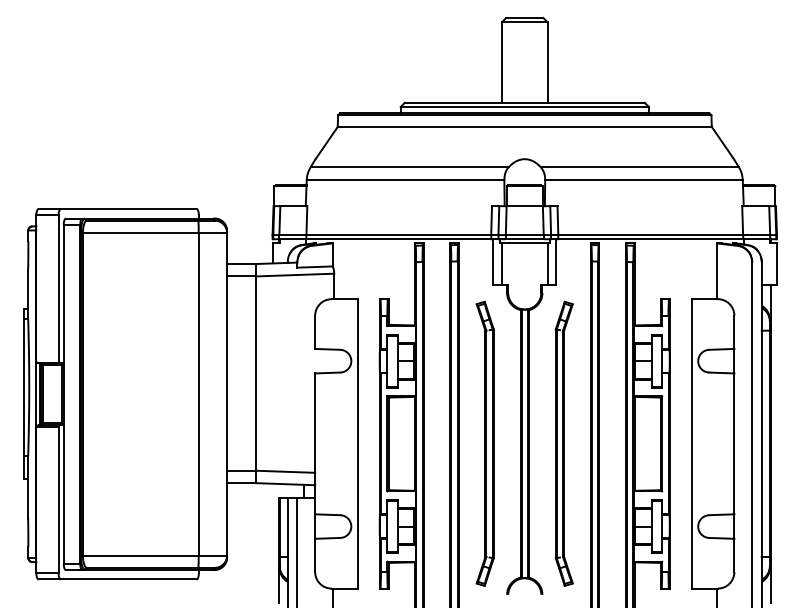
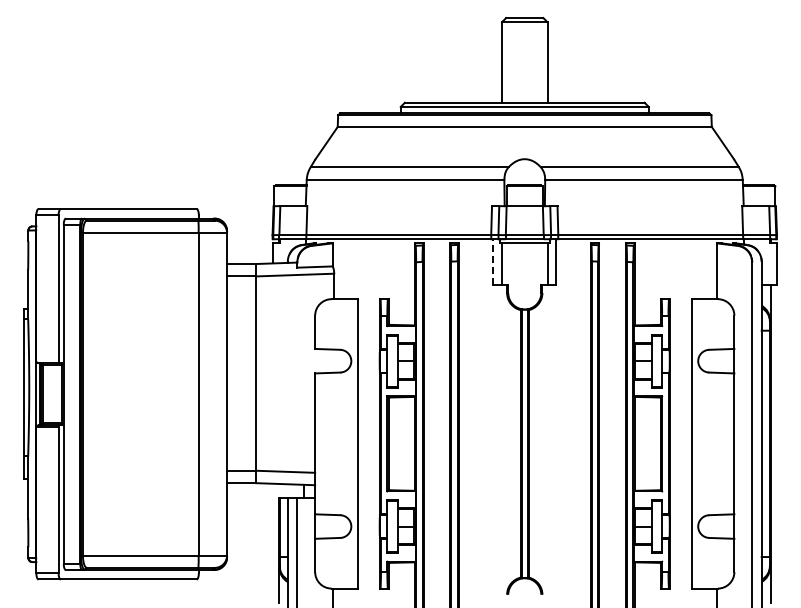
line at (493, 261): solid -> dashed
part at (484, 443): present -> none
part at (563, 443): present -> none
